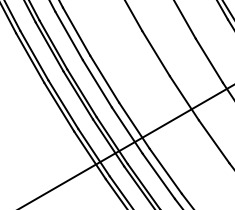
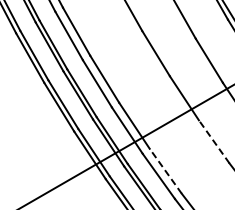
line at (213, 141): solid -> dashed
line at (165, 171): solid -> dashed
